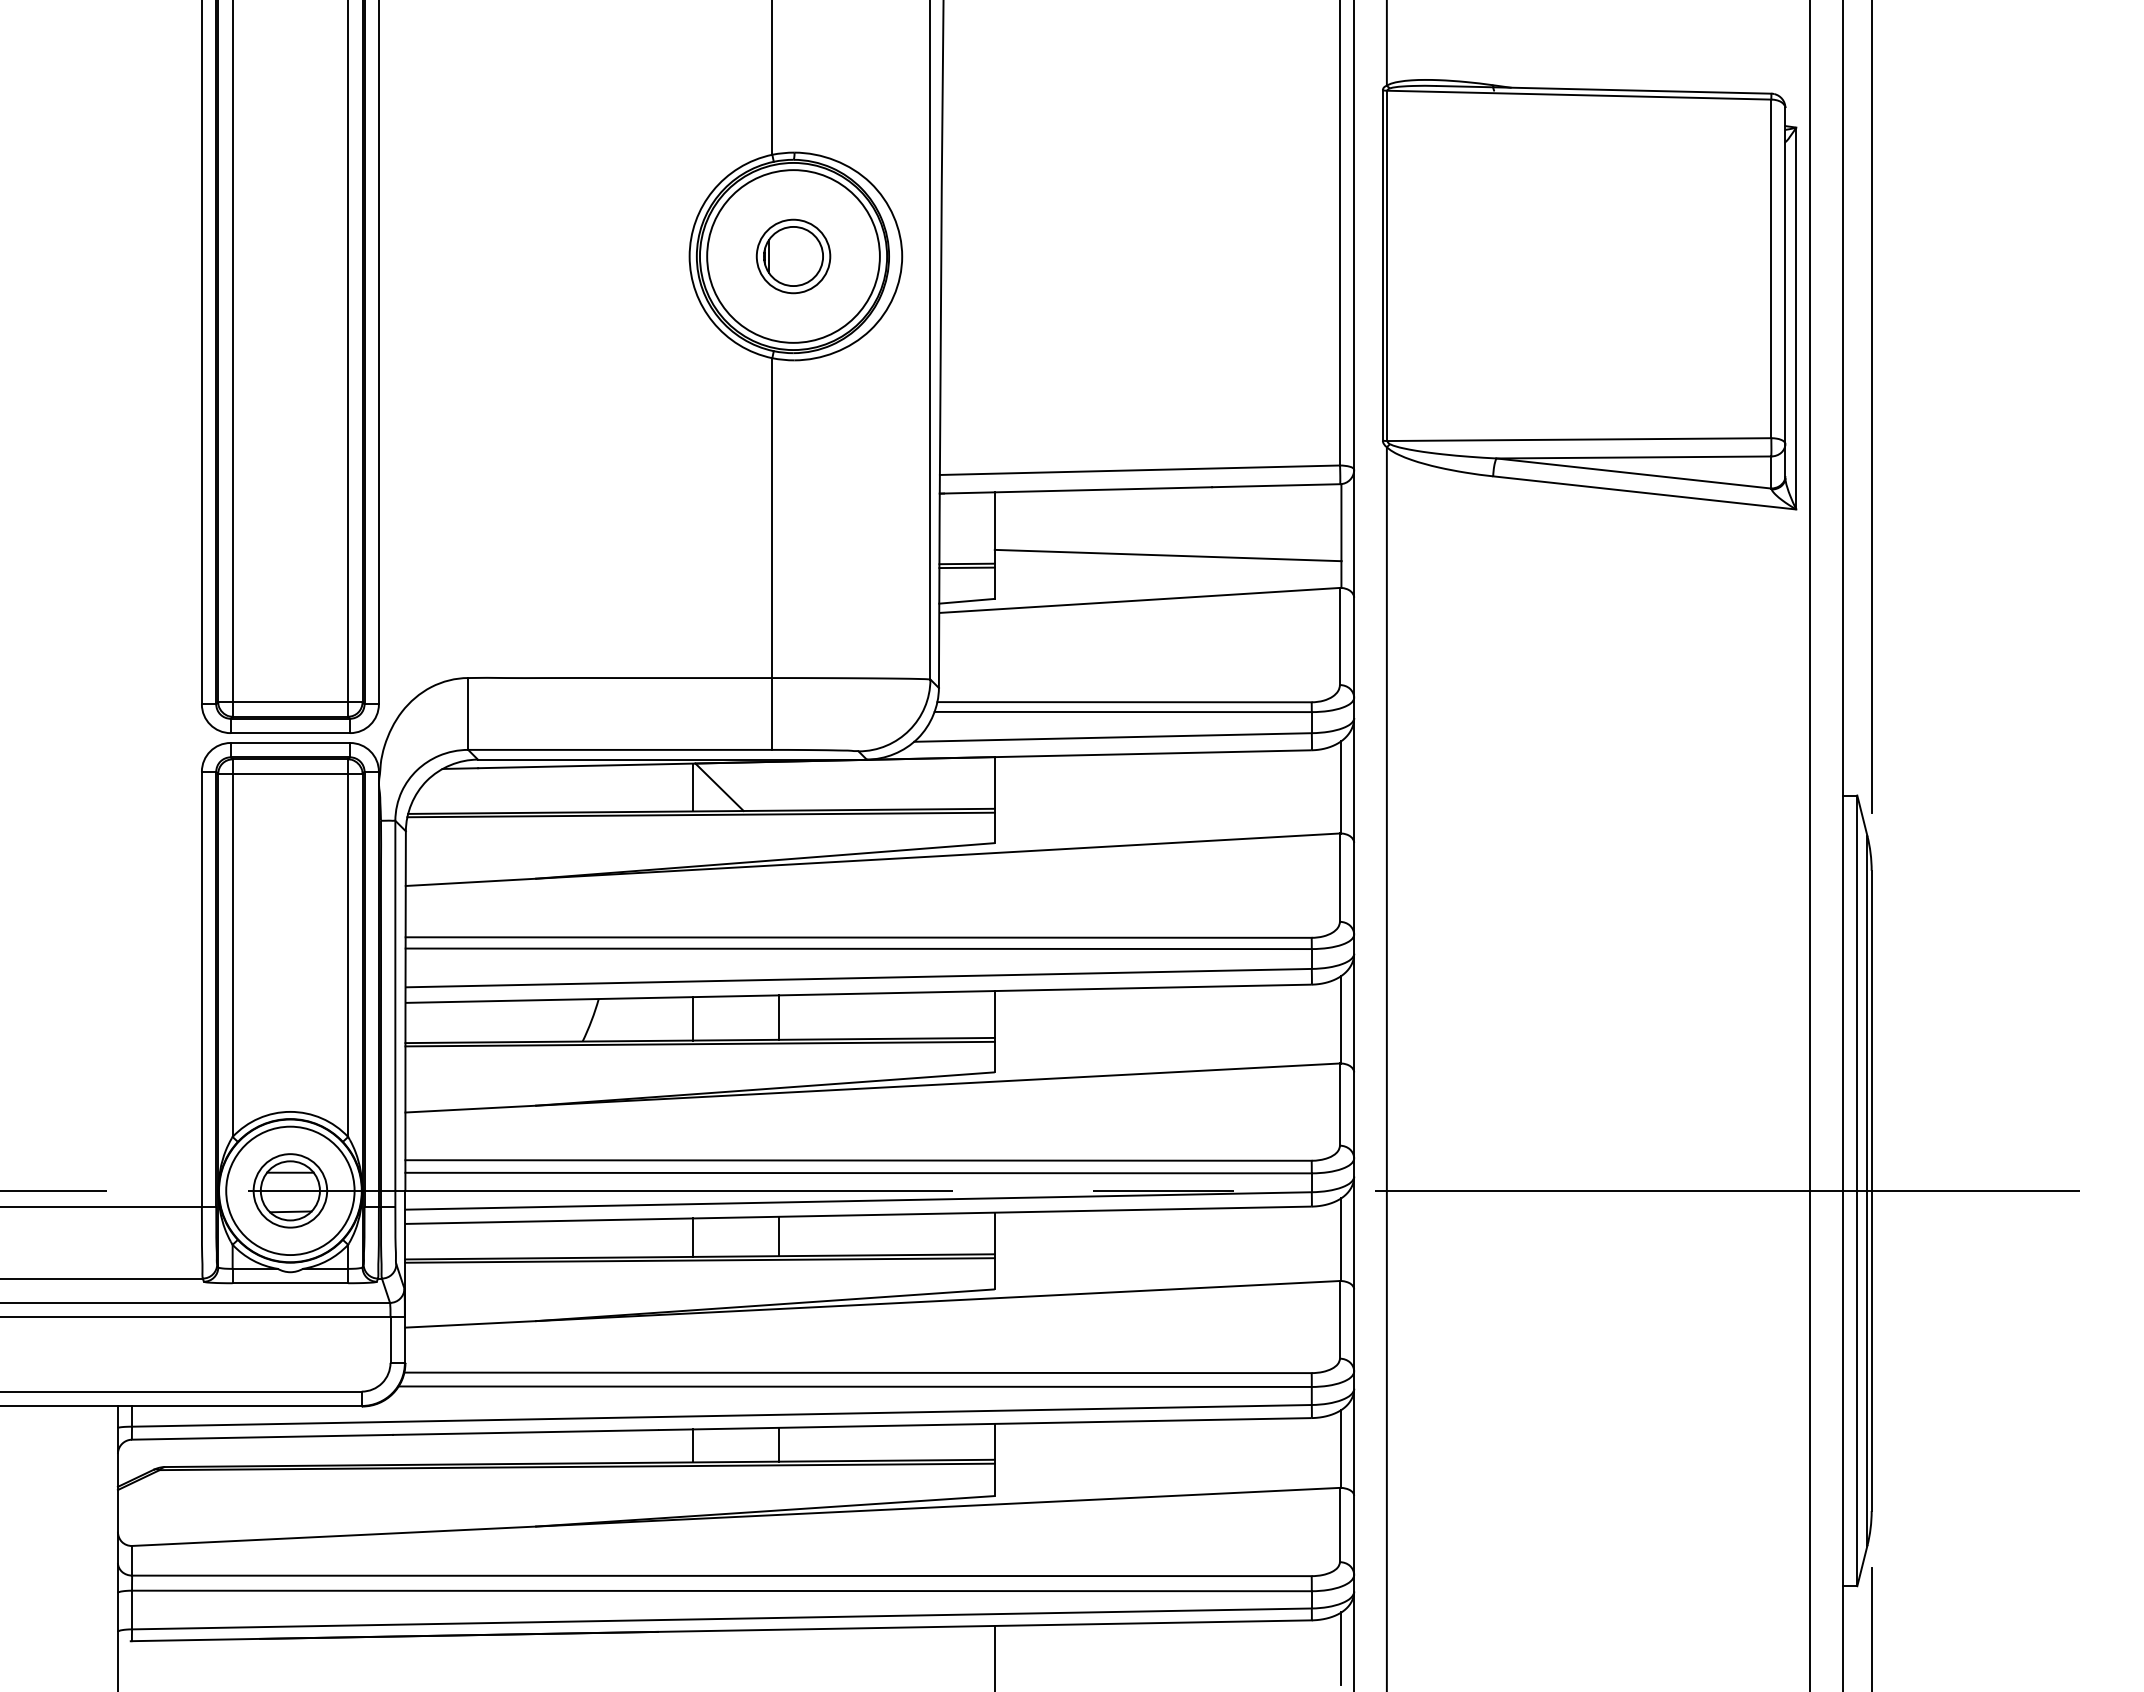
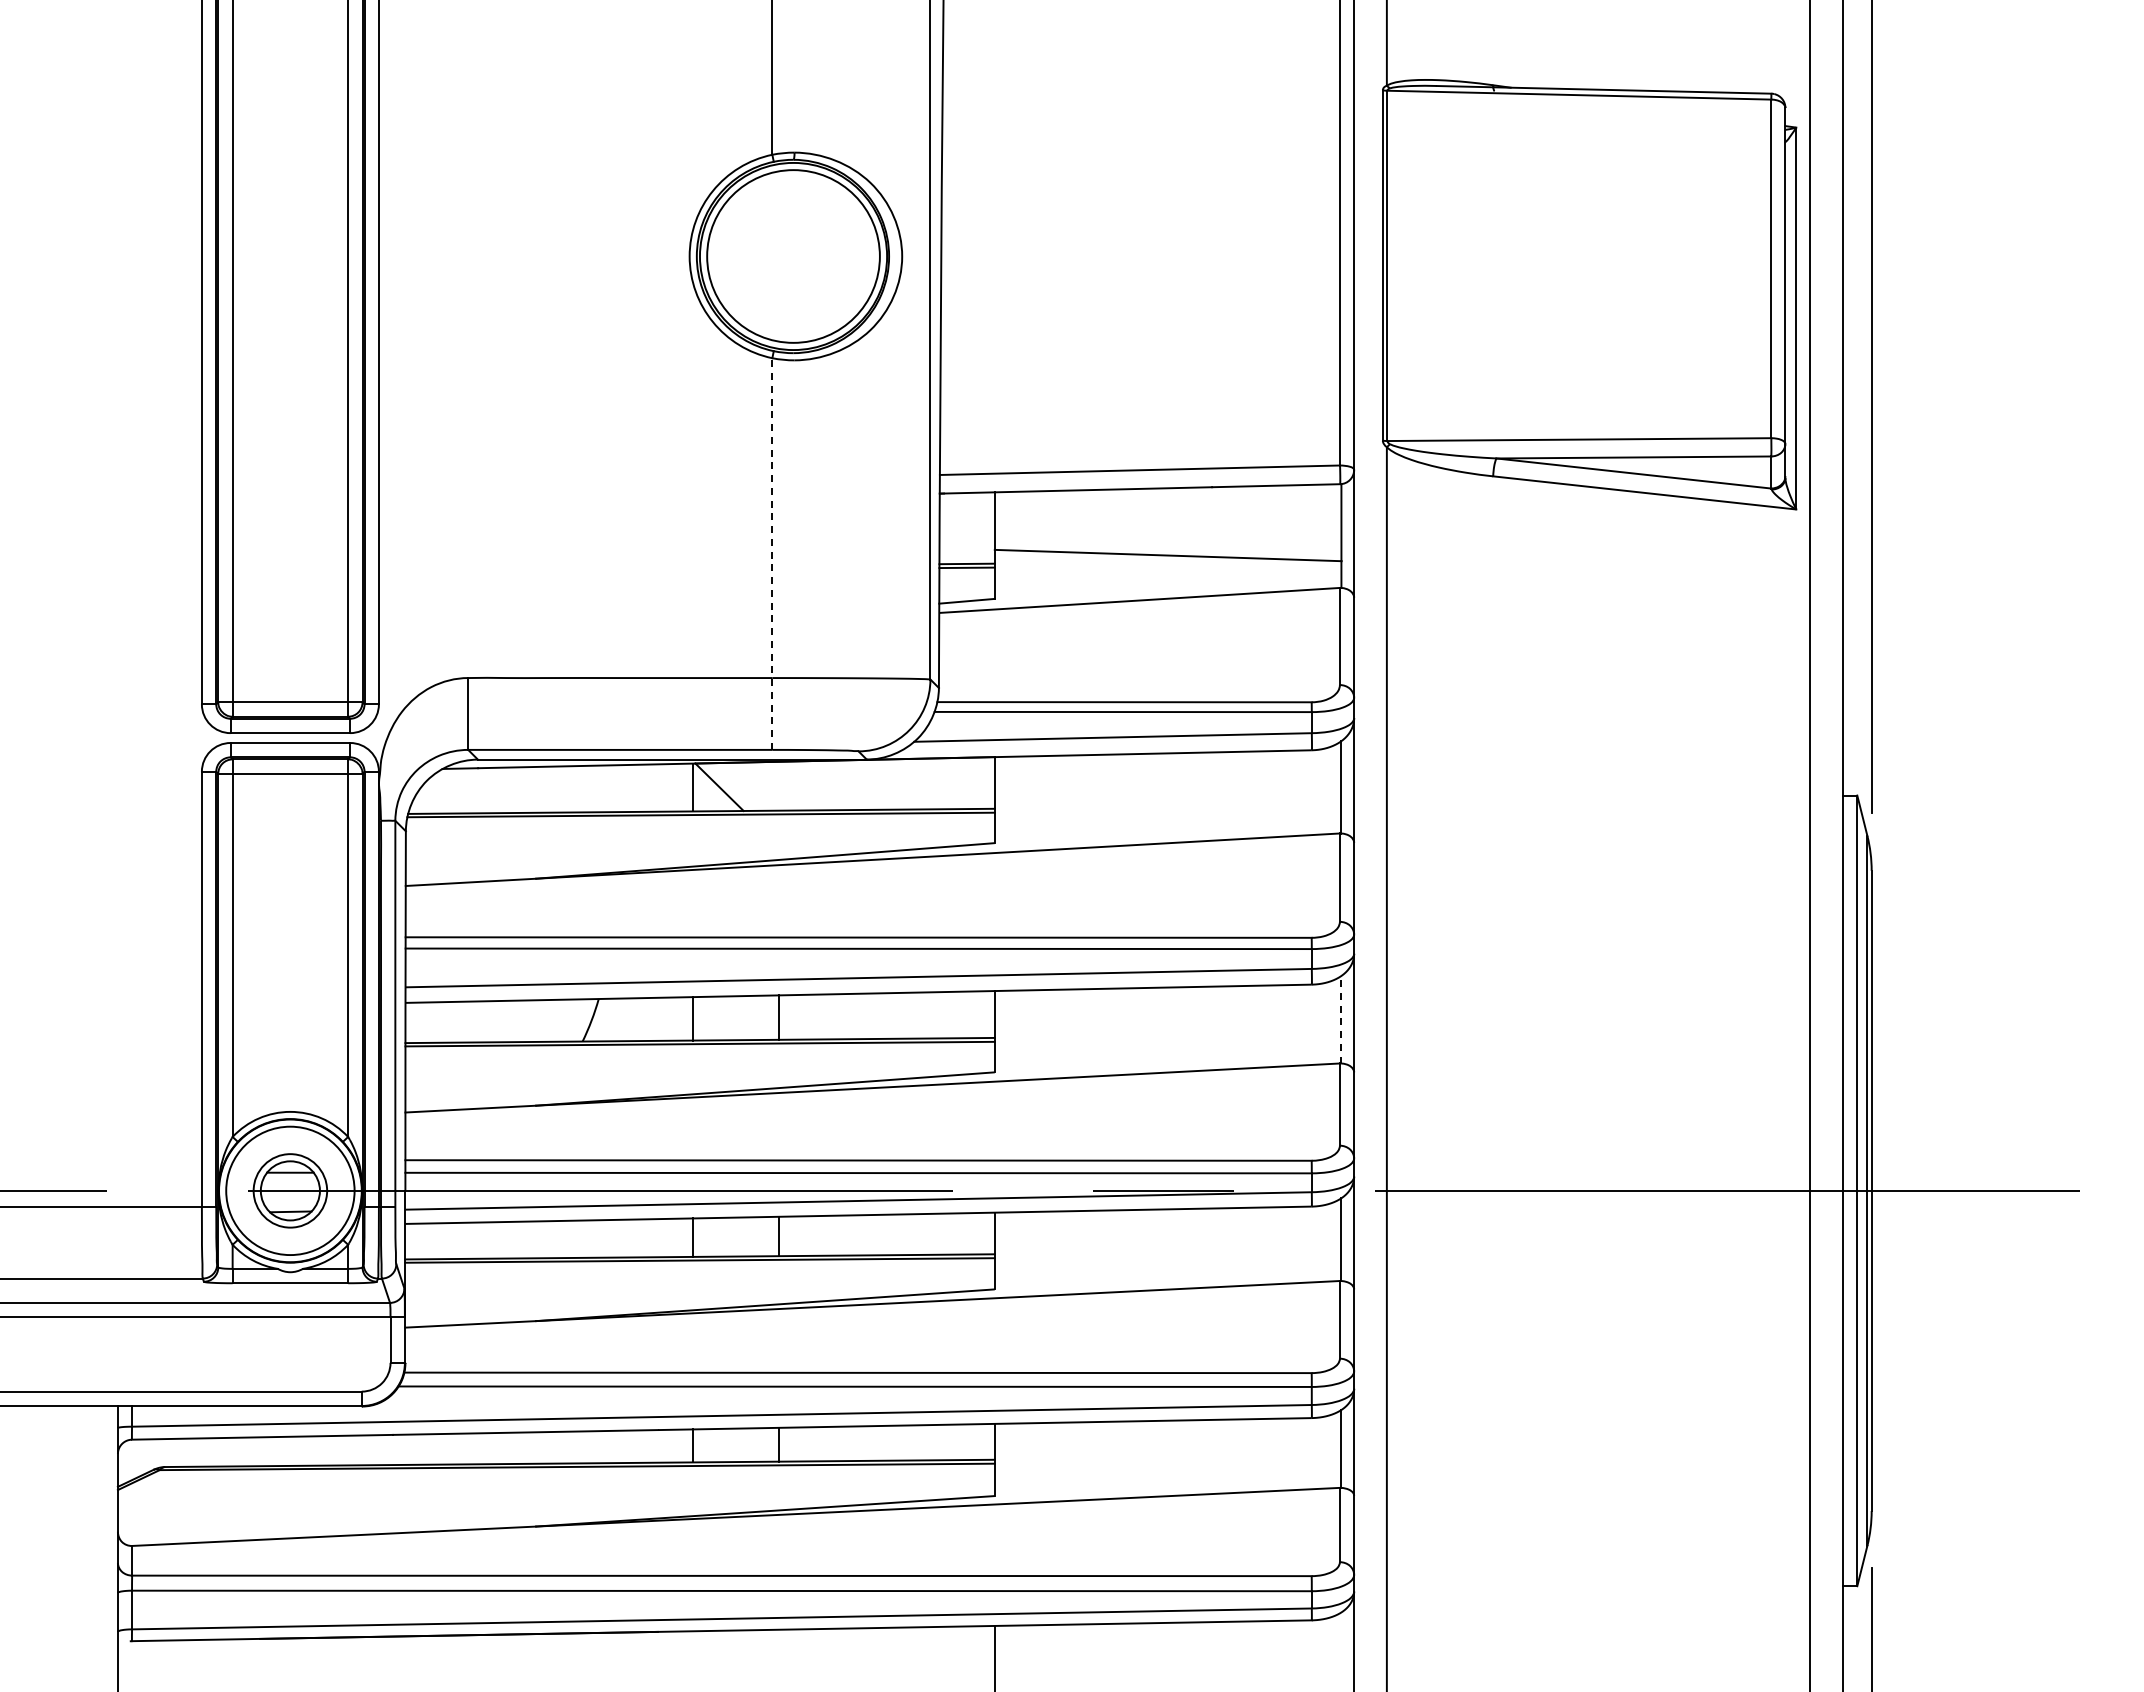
part at (793, 256): present -> none
line at (772, 554): solid -> dashed
line at (1341, 1019): solid -> dashed
line at (1341, 1648): present -> none
